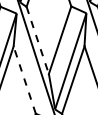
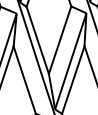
line at (37, 40): dashed -> solid
line at (24, 79): dashed -> solid
